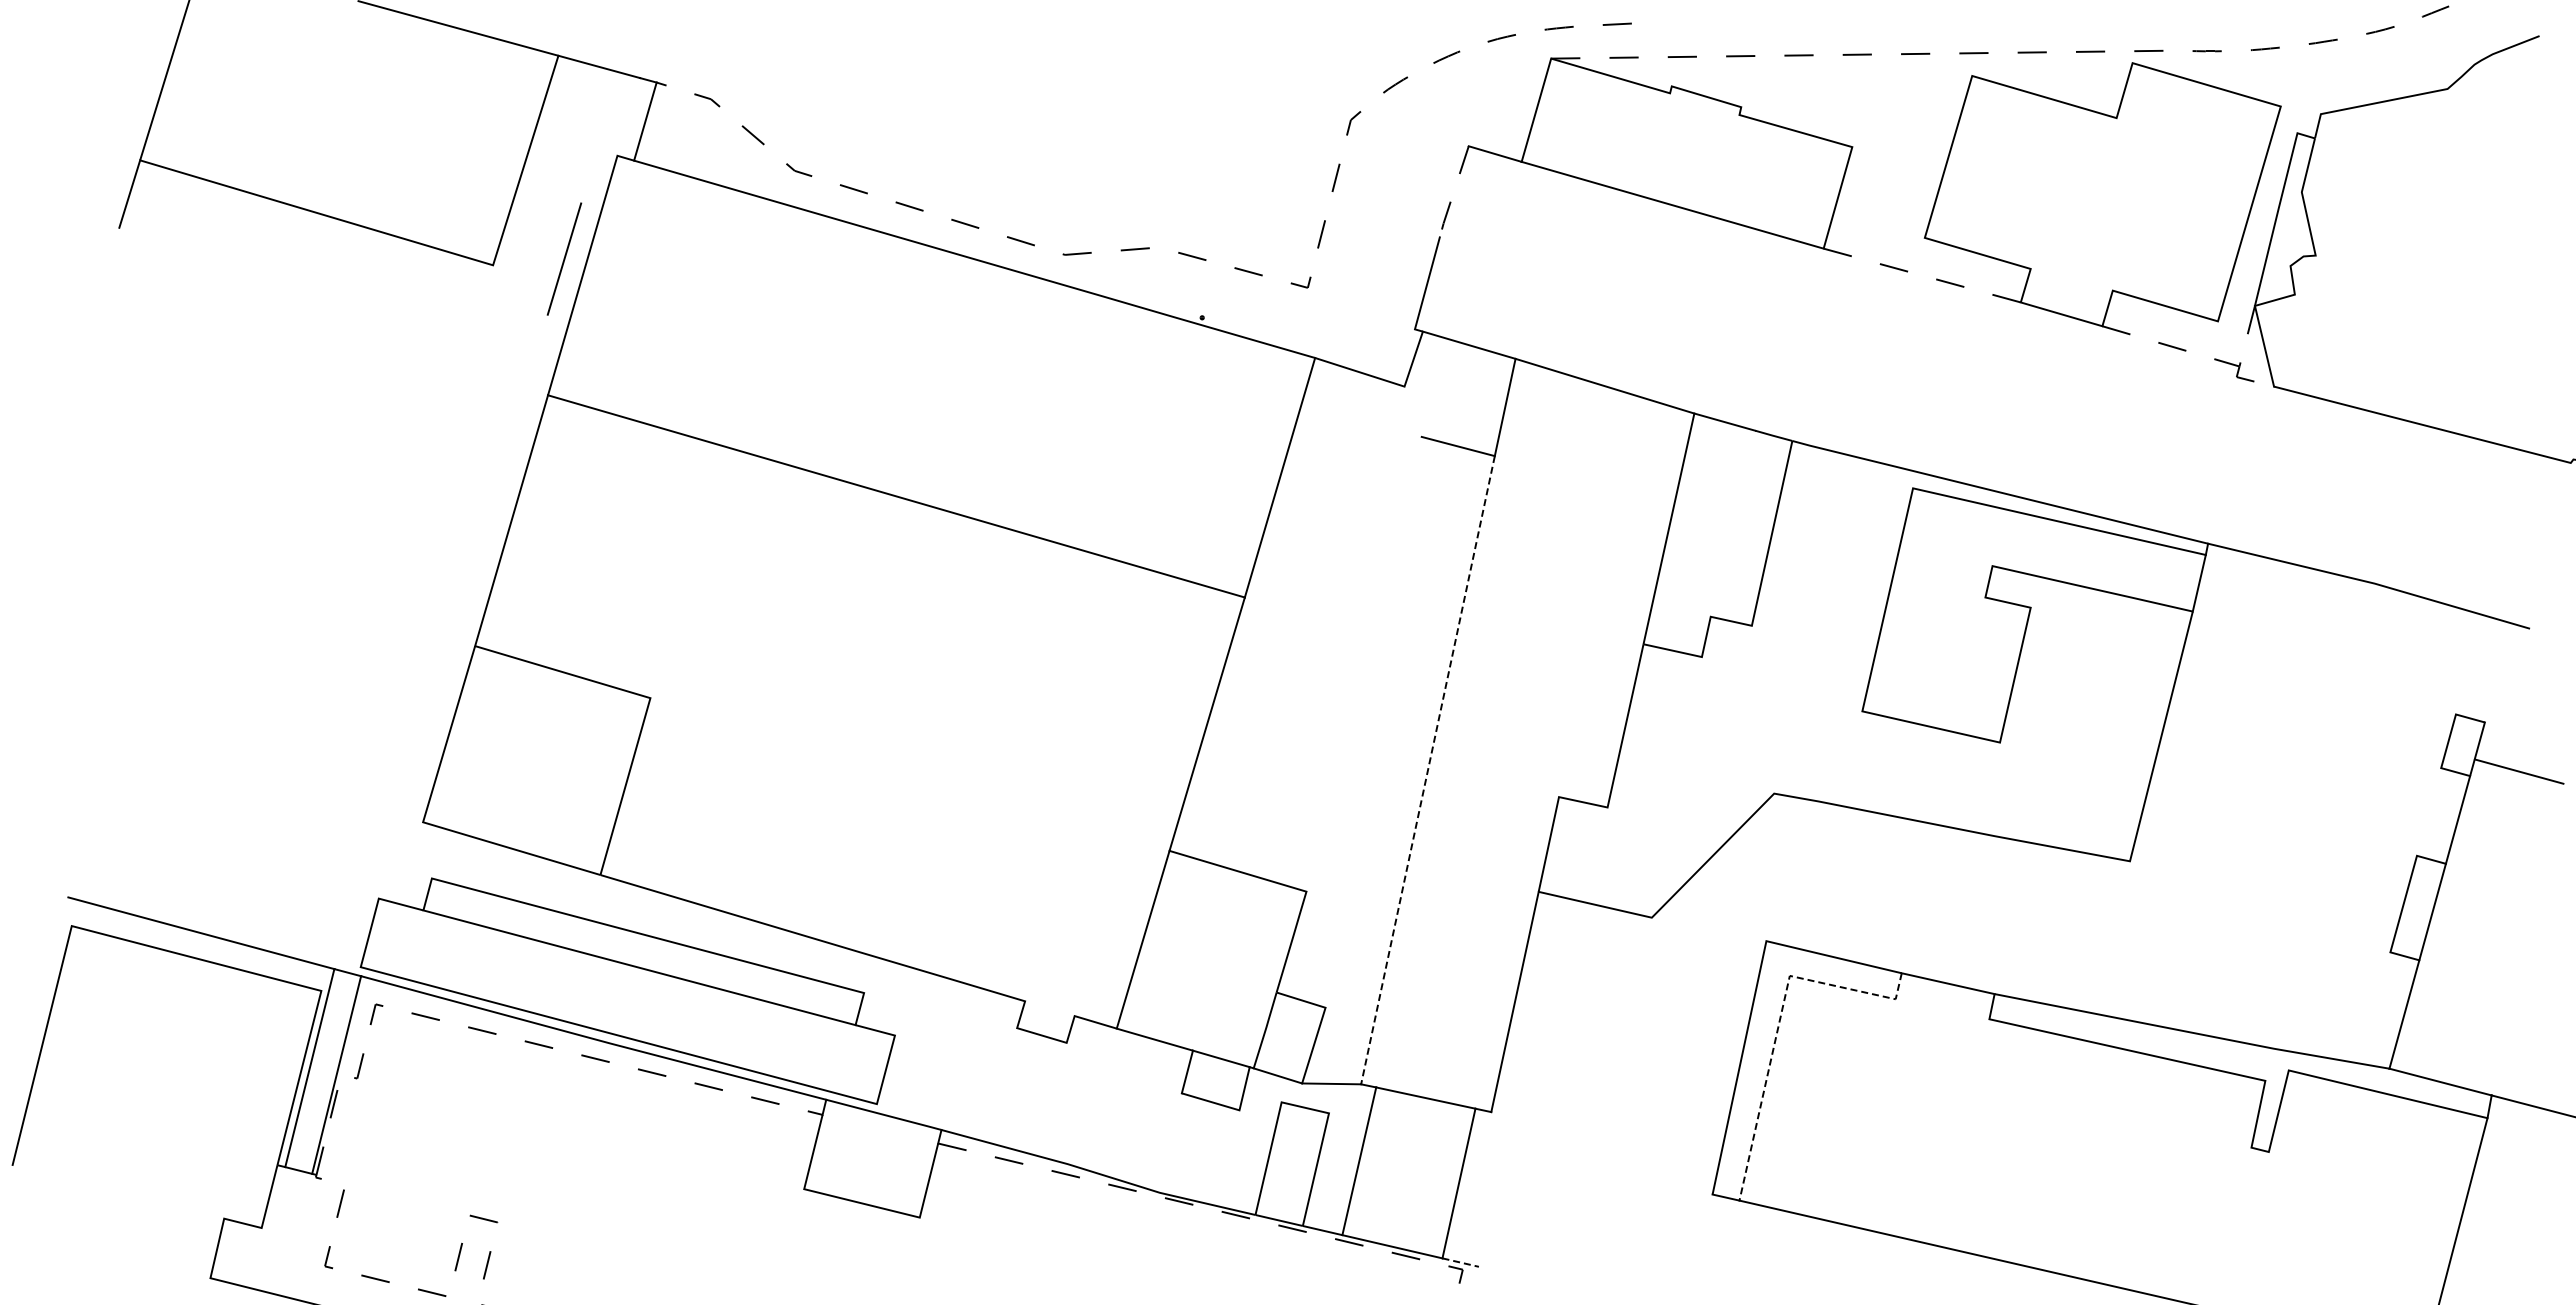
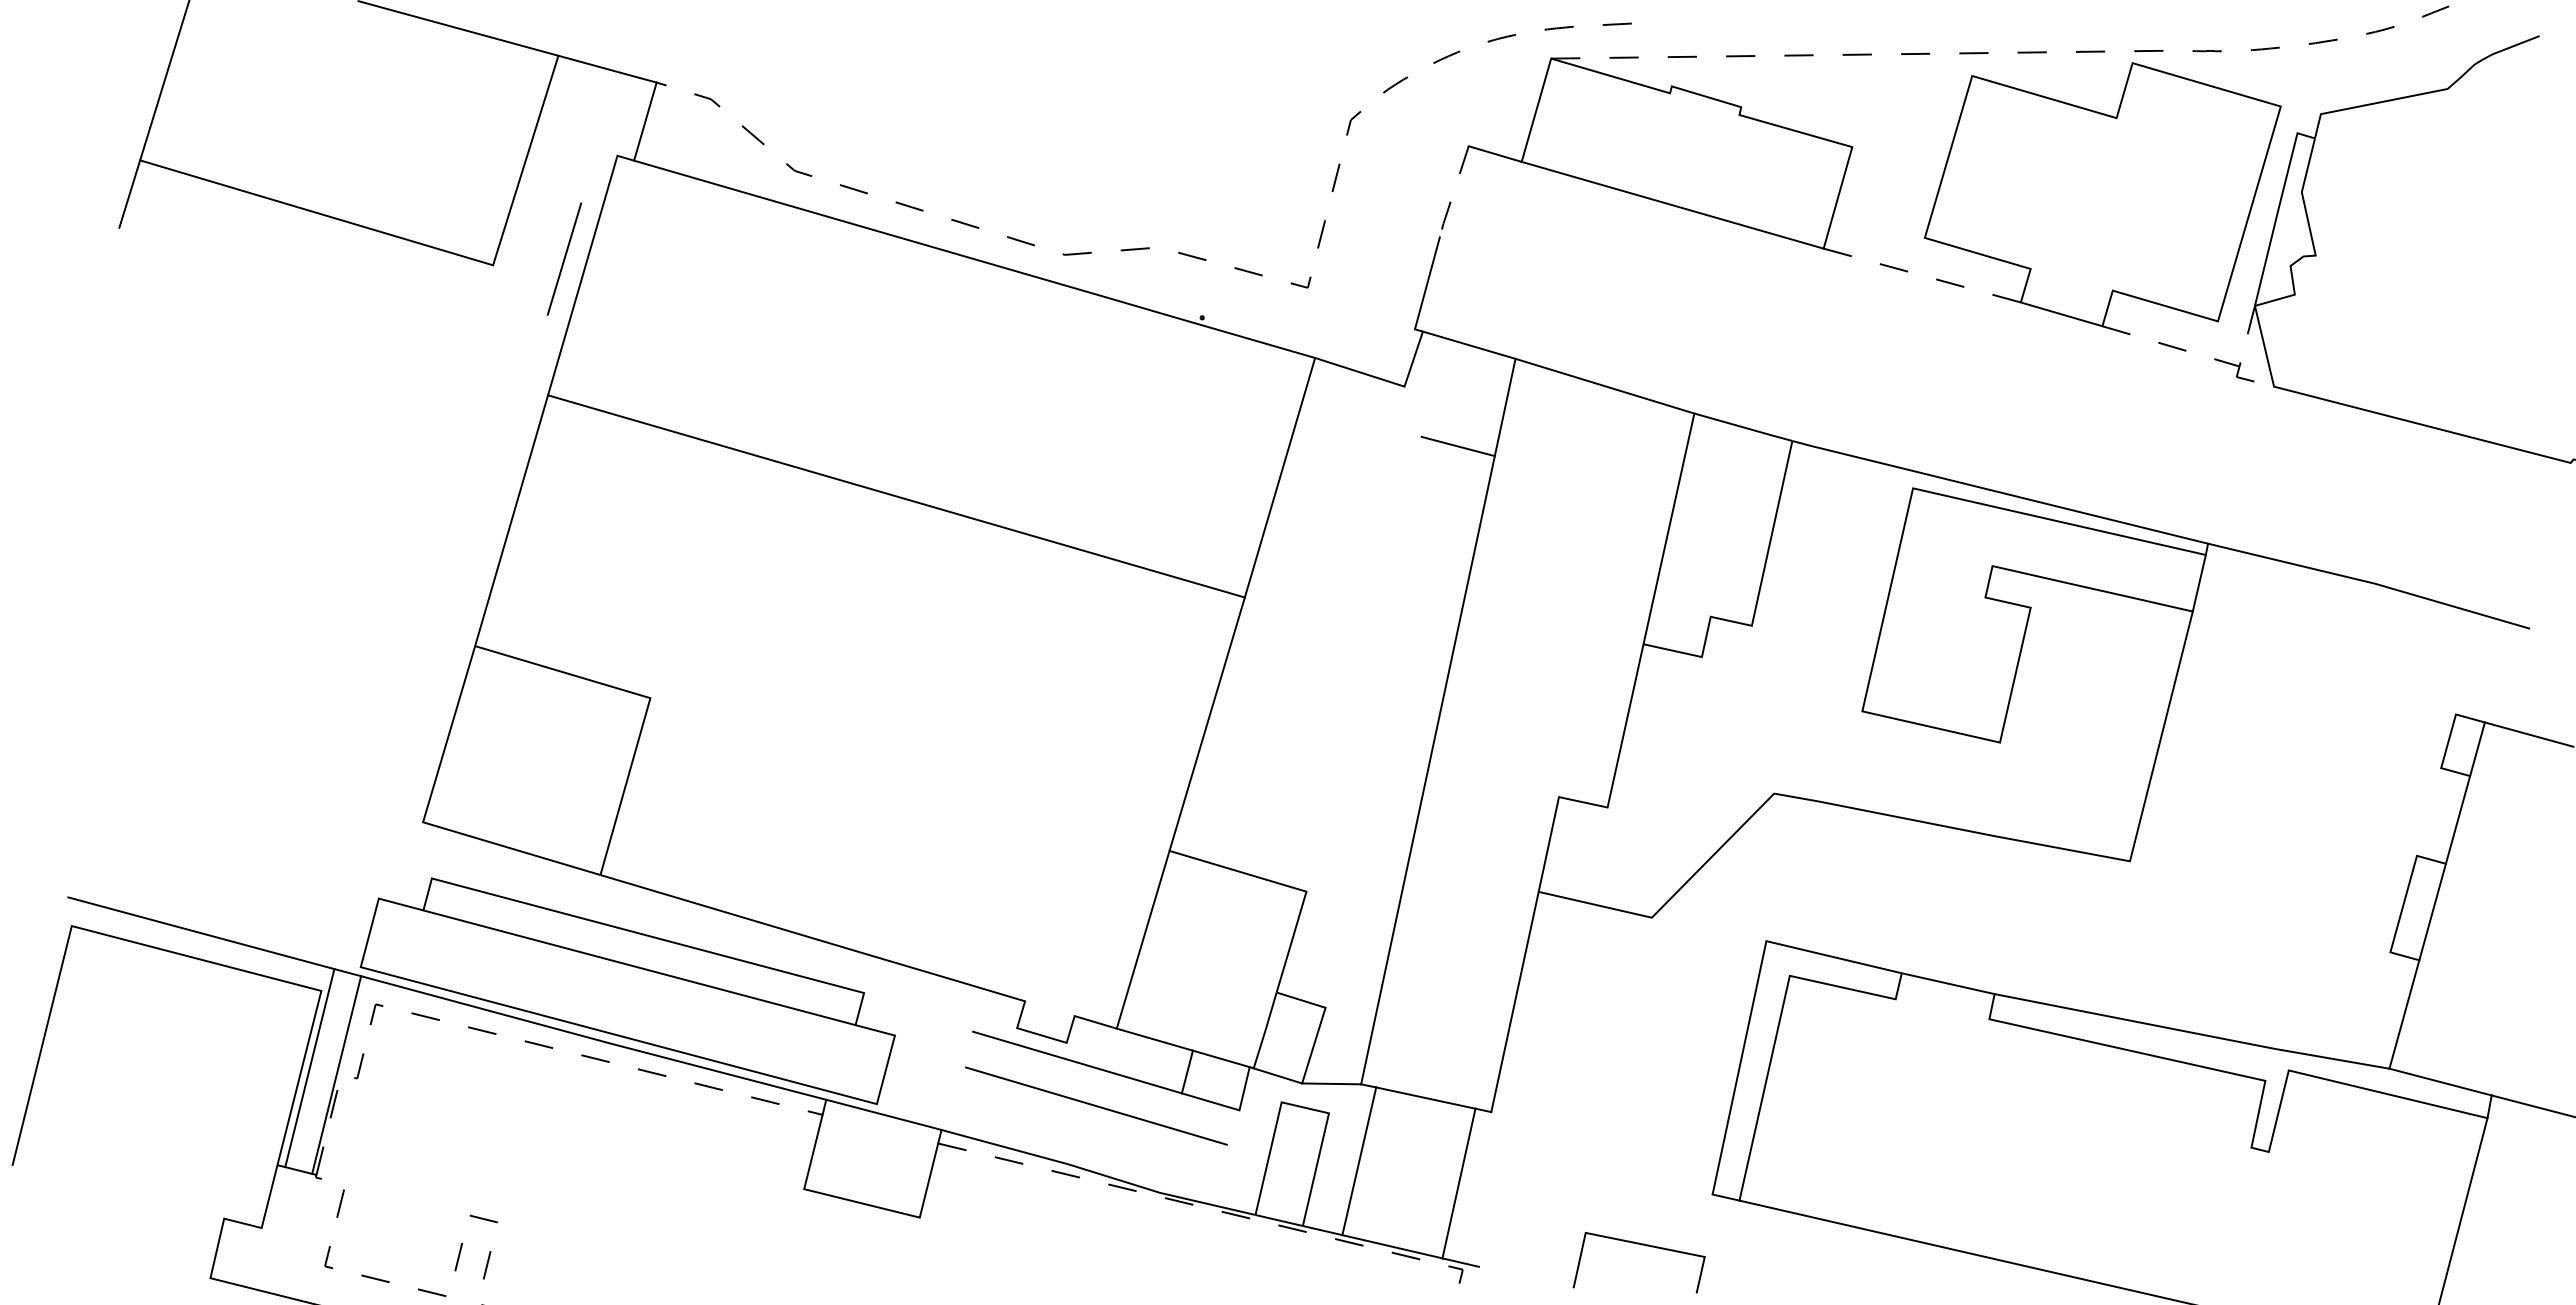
line at (1427, 770): dashed -> solid
line at (2518, 771) position: (2518, 771) -> (2528, 734)
line at (1779, 1021): dashed -> solid
line at (1077, 1062): none -> present
line at (1095, 1105): none -> present
part at (1641, 1245): none -> present
line at (1460, 1262): dashed -> solid
